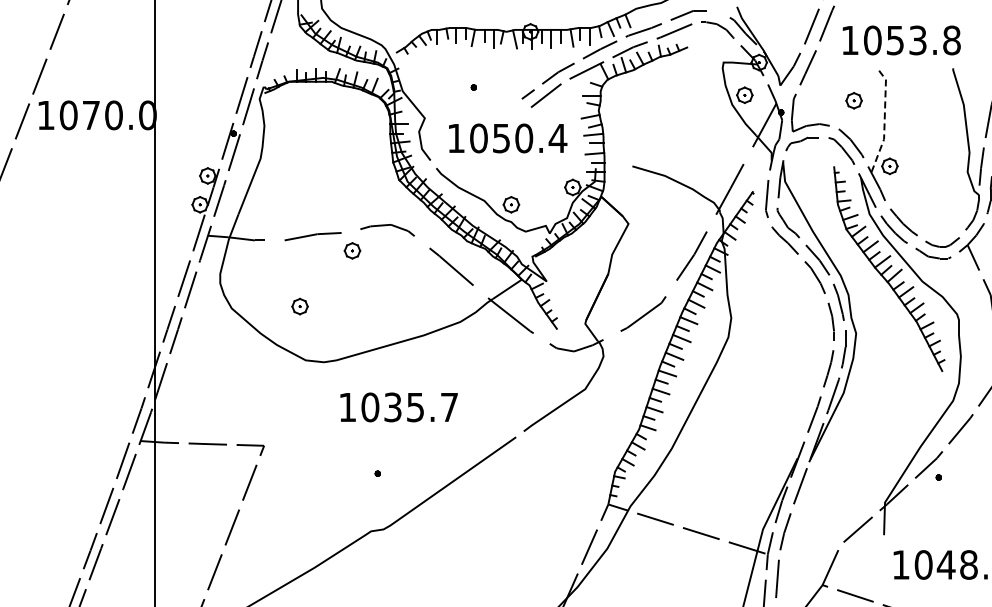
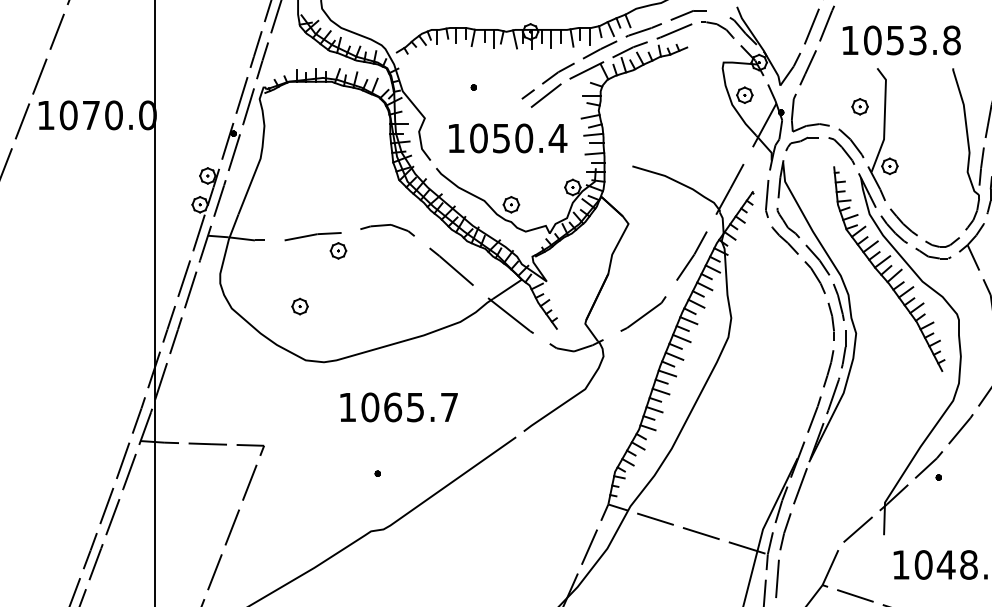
part at (853, 100) position: (853, 100) -> (859, 106)
line at (884, 119): dashed -> solid
part at (352, 250) position: (352, 250) -> (338, 250)
text at (393, 407): 1035.7 -> 1065.7
